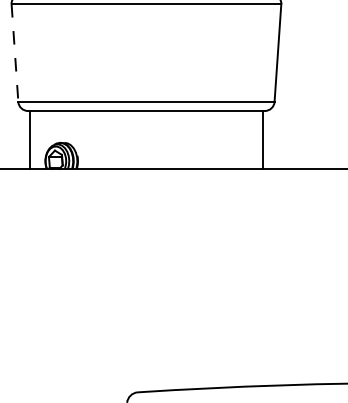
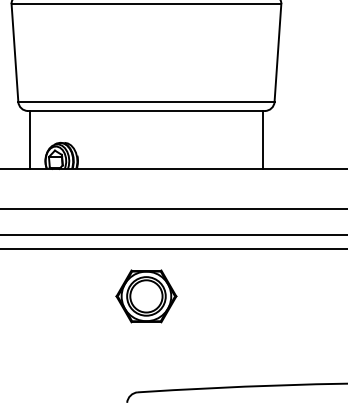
line at (15, 53): dashed -> solid
line at (173, 208): none -> present
line at (173, 234): none -> present
line at (173, 249): none -> present
part at (146, 296): none -> present
